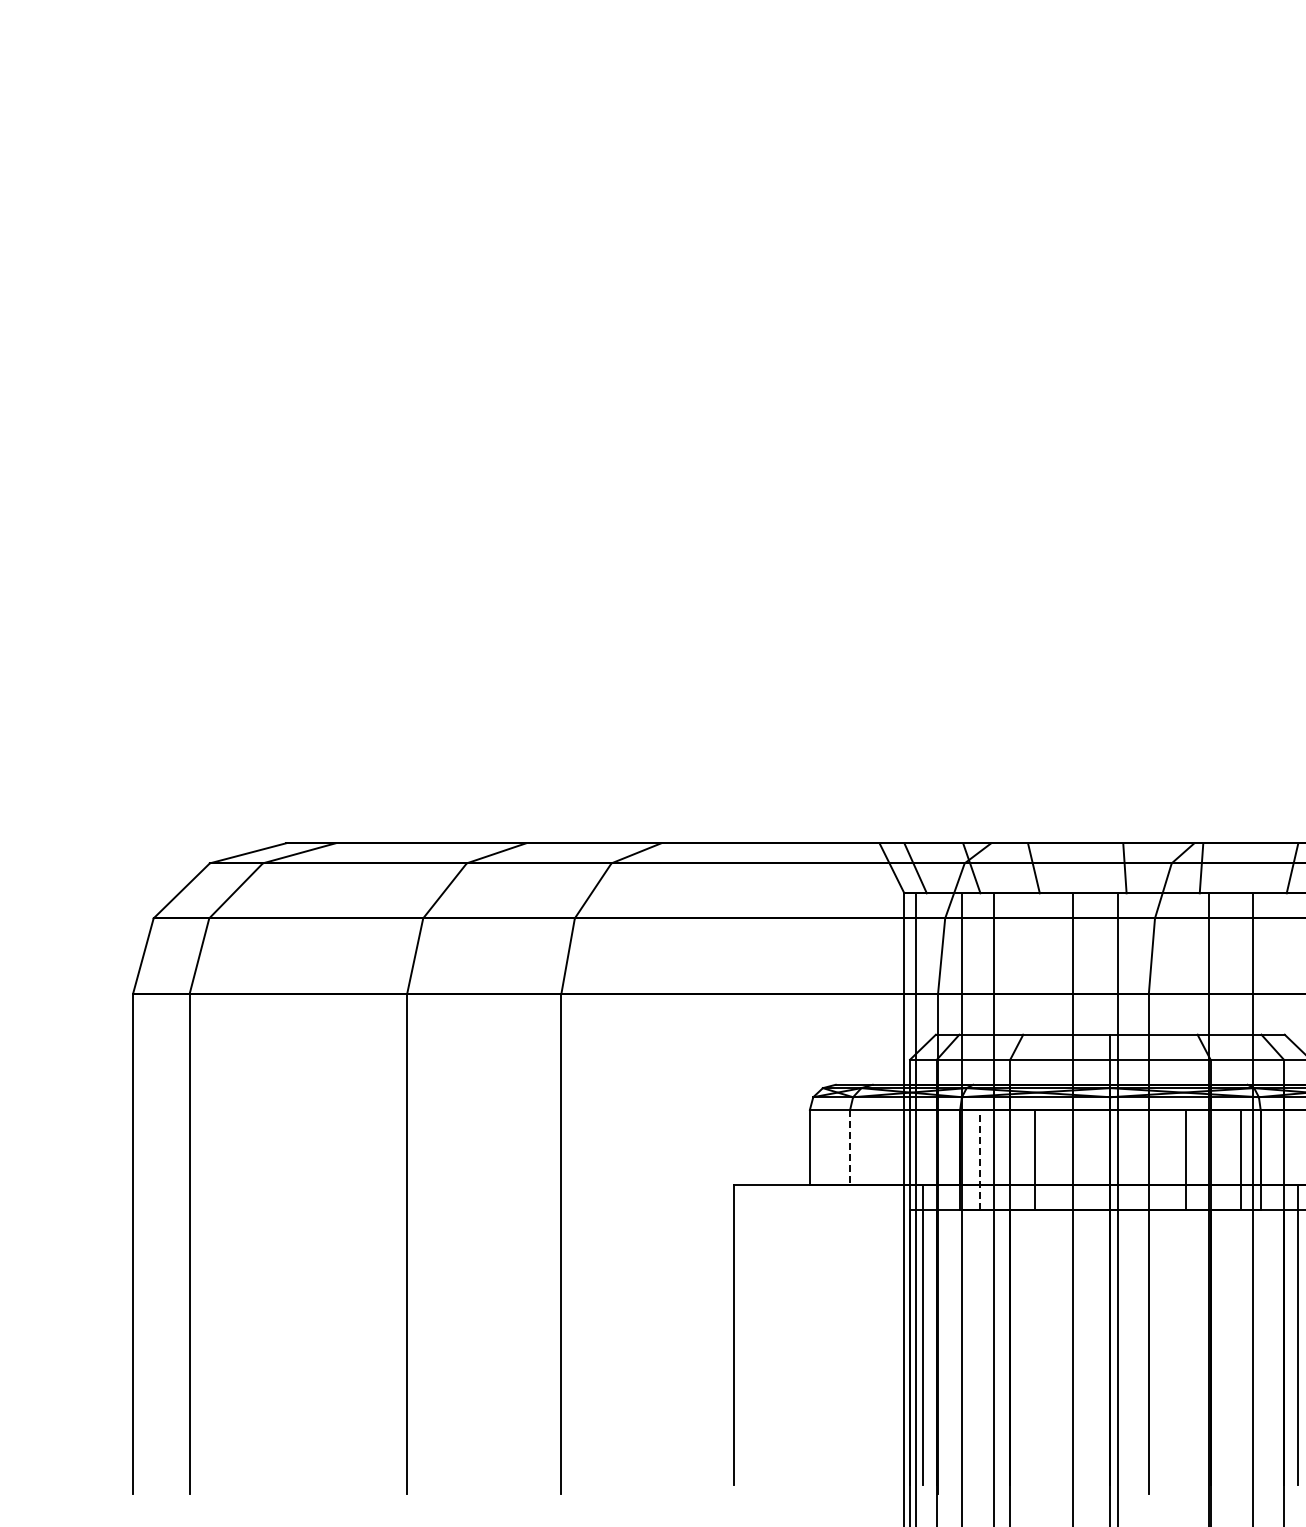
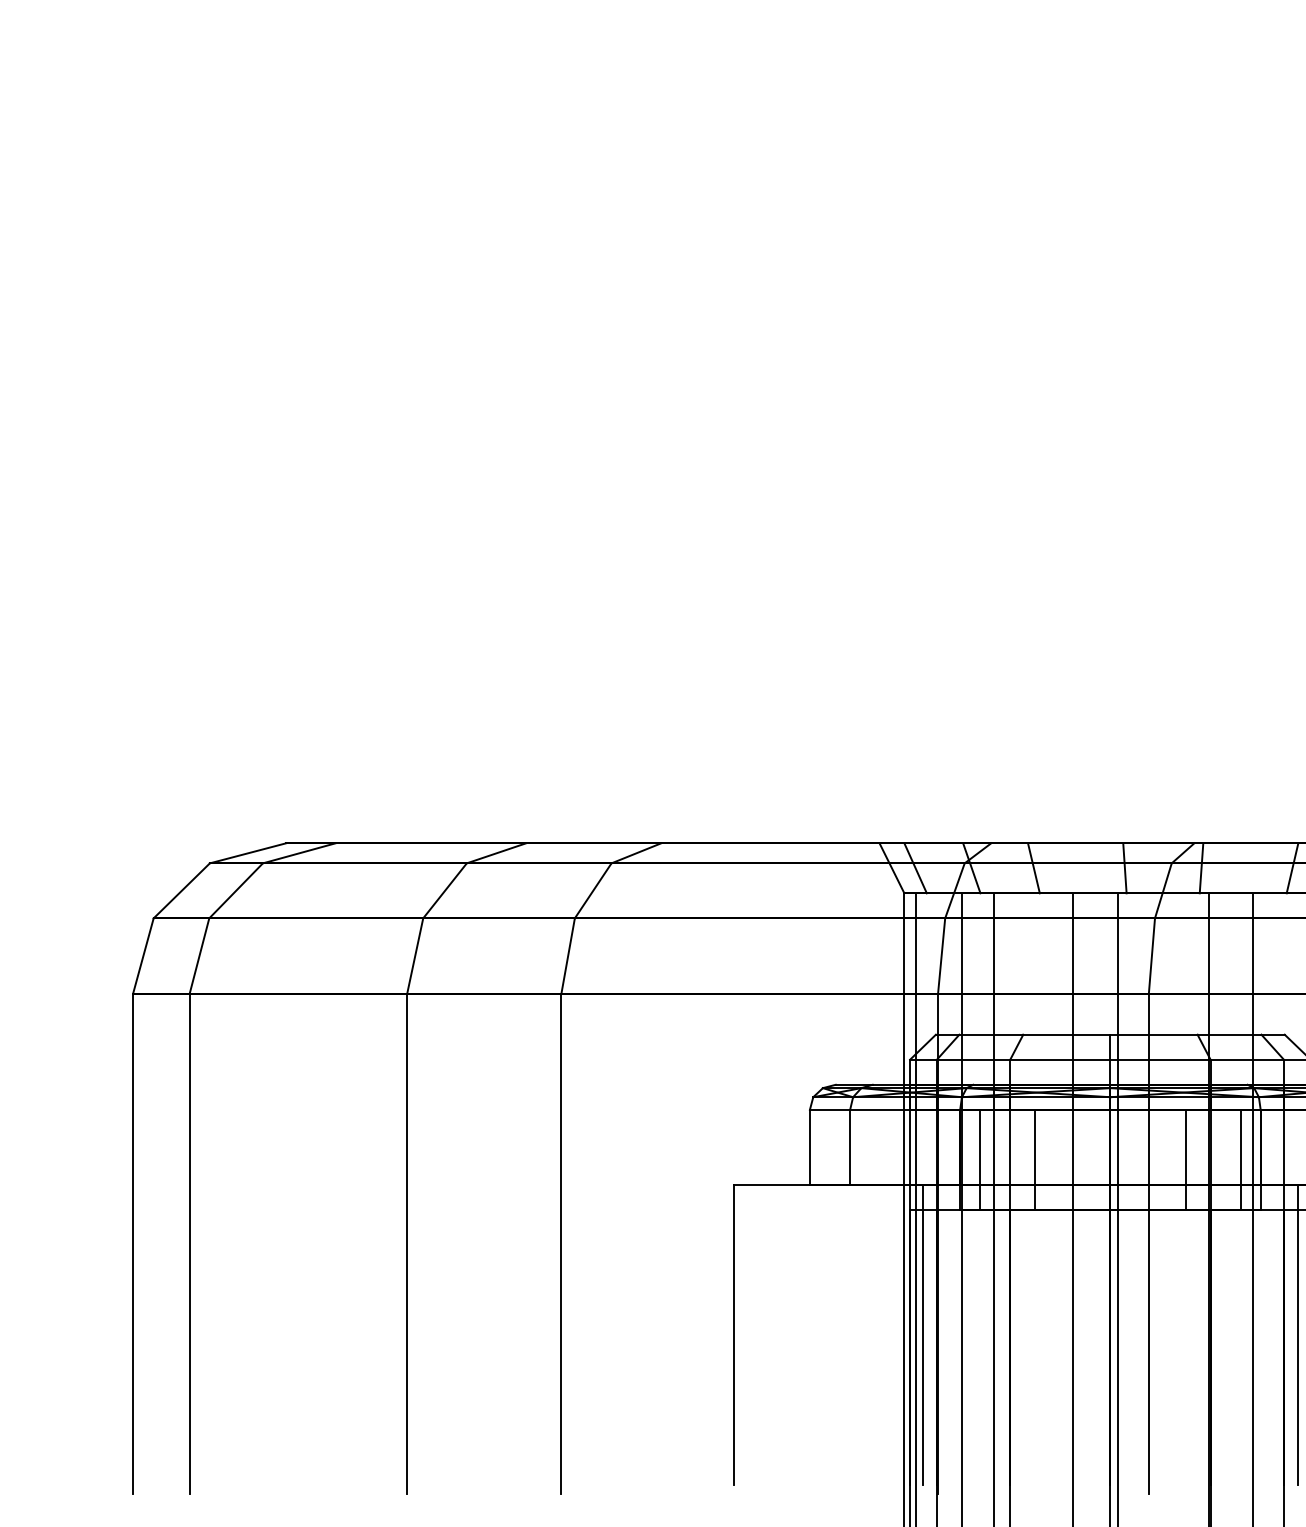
line at (850, 1147): dashed -> solid
line at (980, 1159): dashed -> solid
